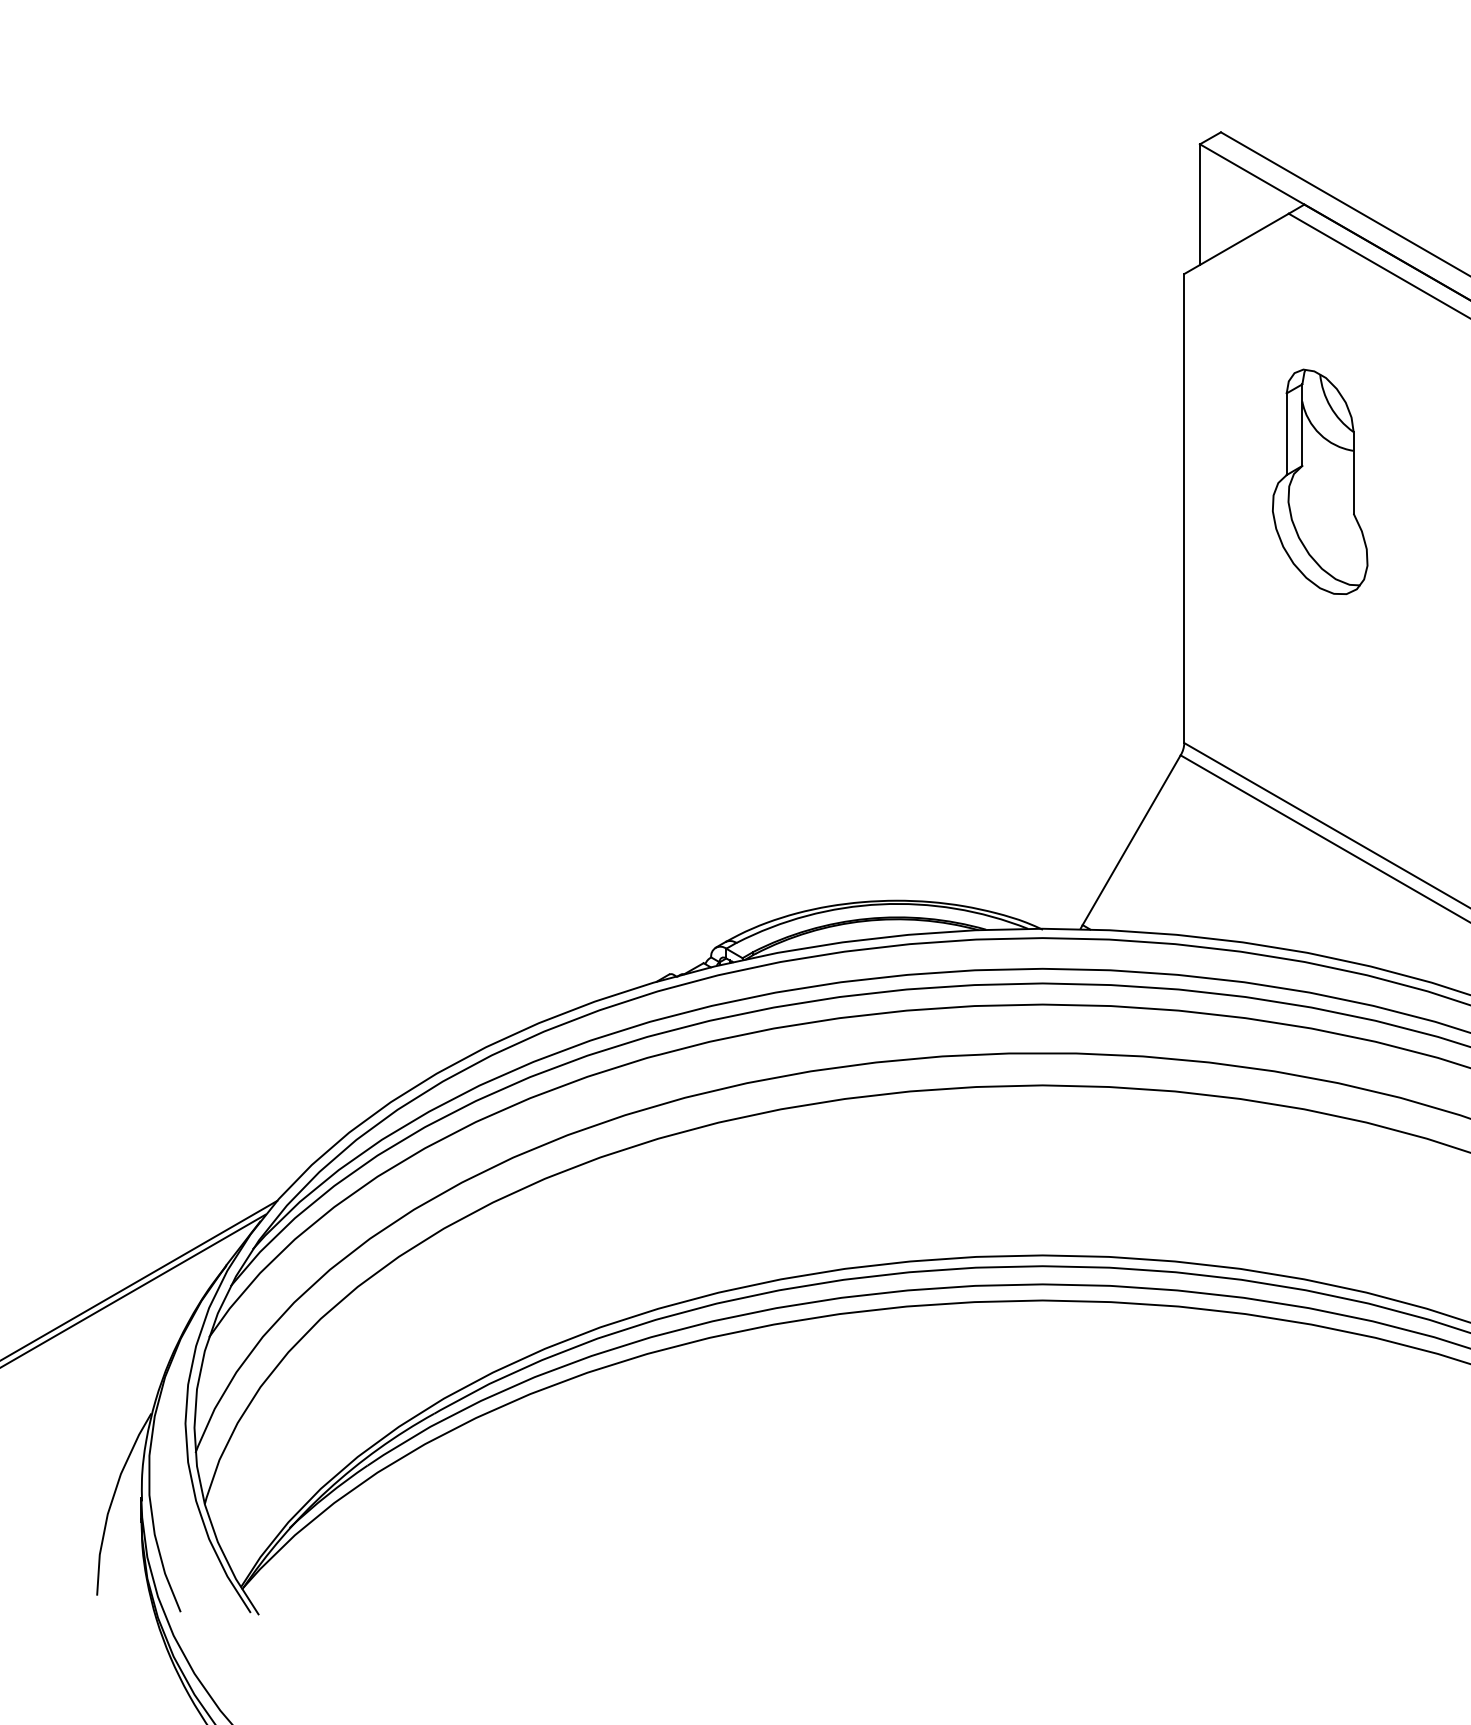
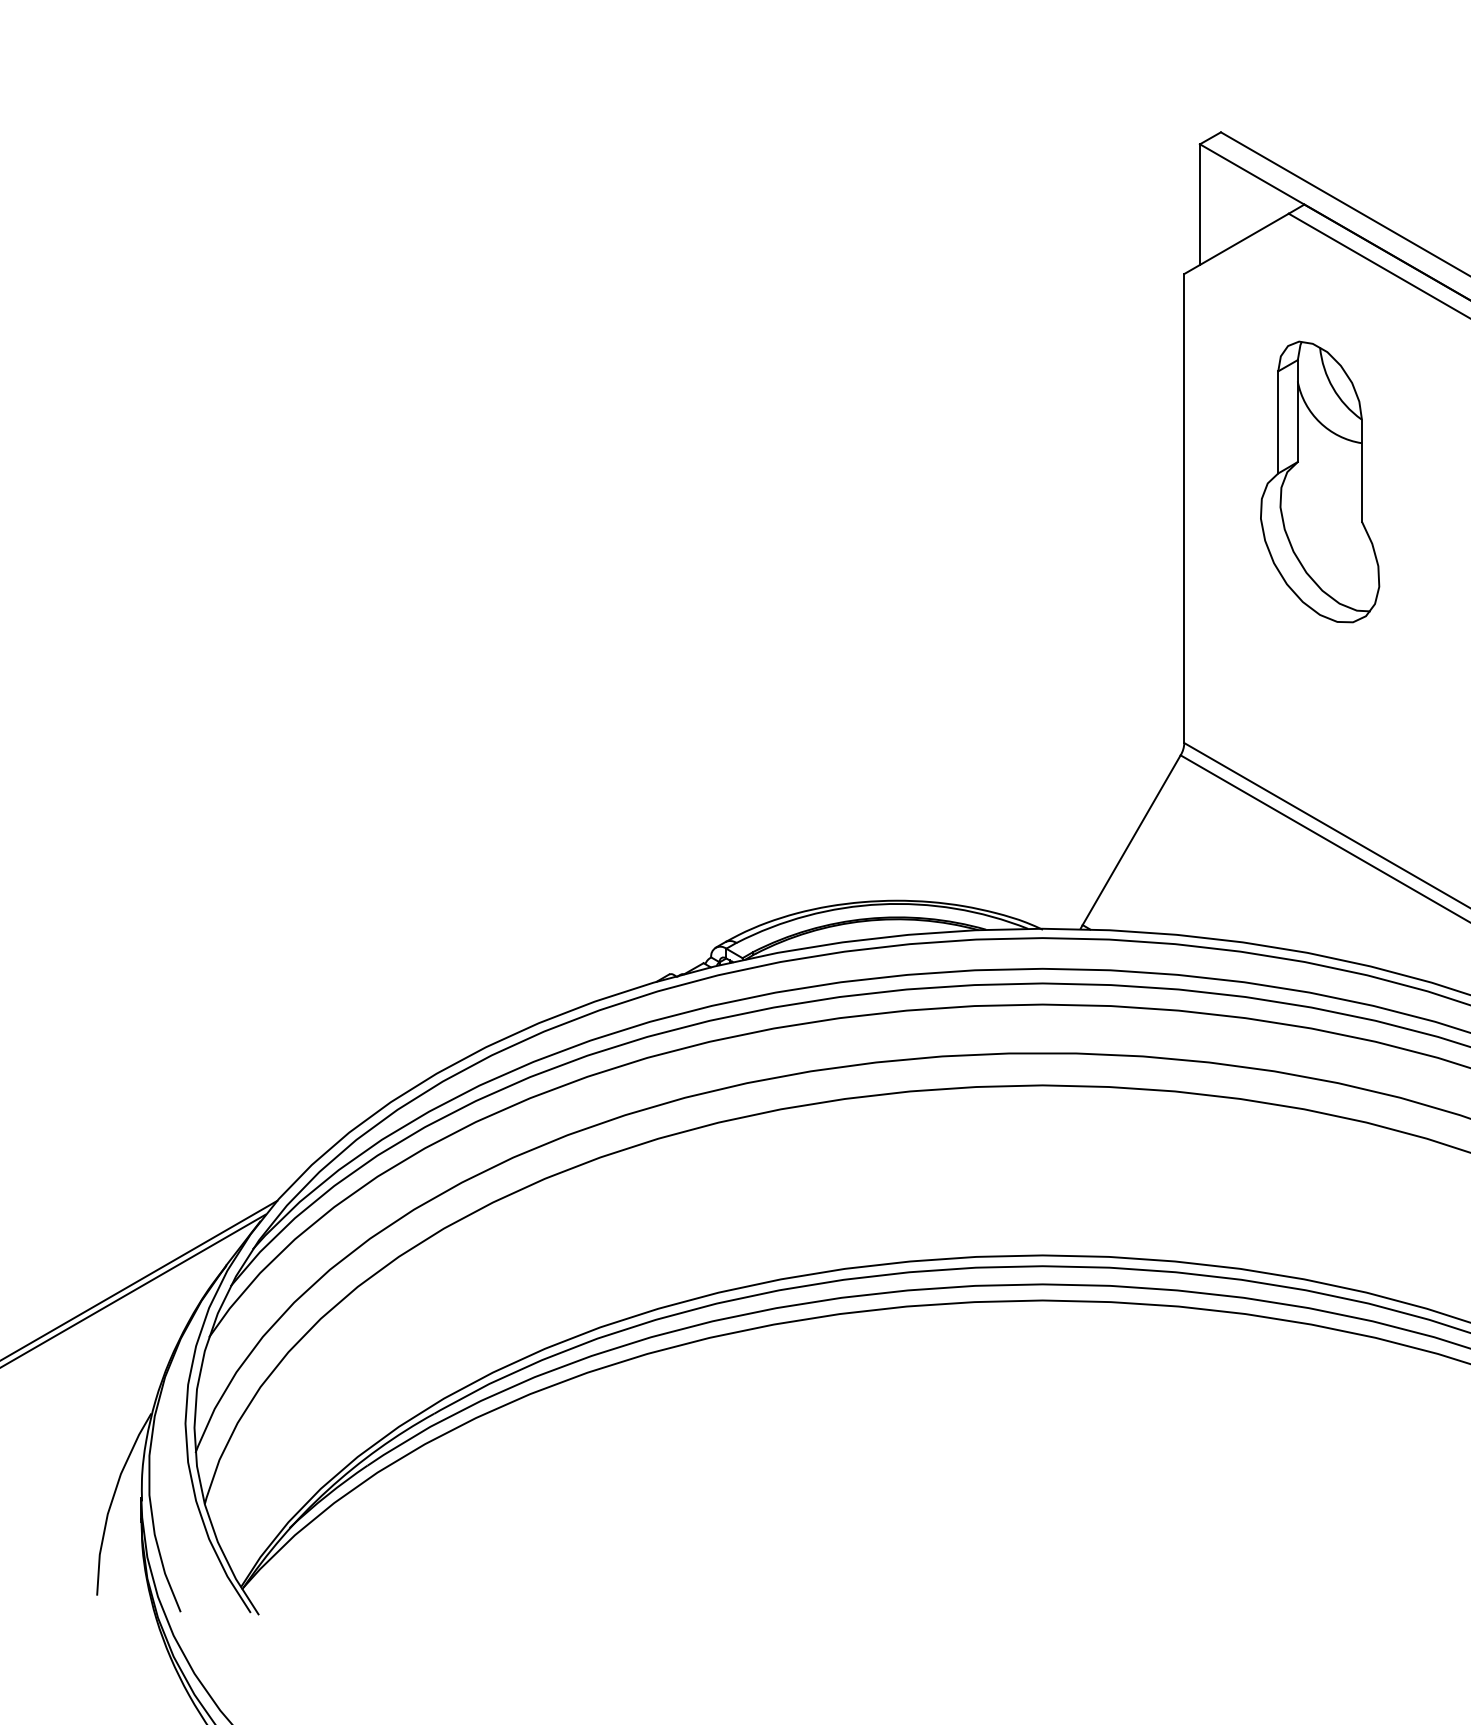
part at (1320, 481) size: 97x227 px -> 121x284 px
